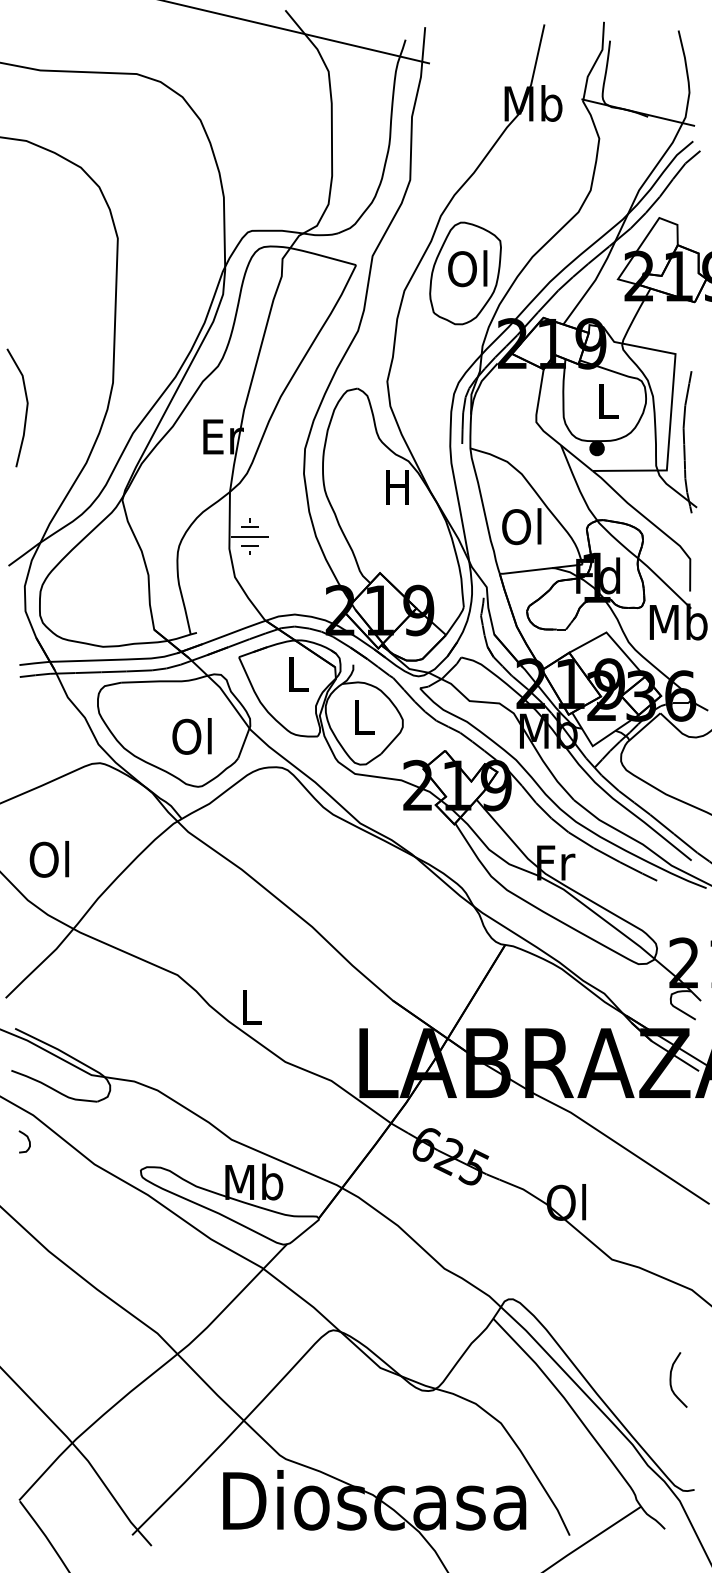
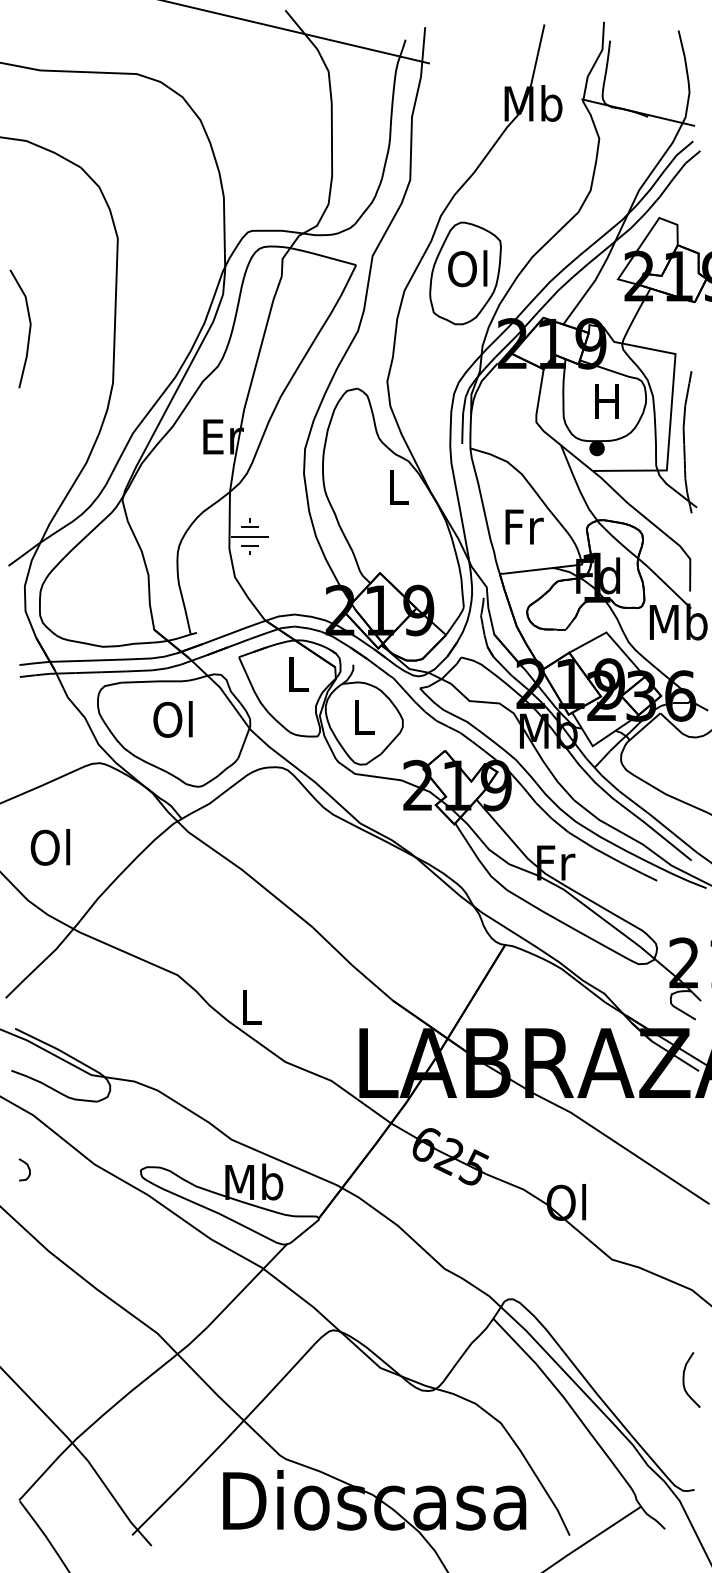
text at (606, 401): L -> H
line at (25, 411) position: (25, 411) -> (28, 332)
text at (397, 487): H -> L
text at (522, 526): Ol -> Fr
text at (191, 736) position: (191, 736) -> (172, 719)
text at (49, 859) position: (49, 859) -> (50, 847)
curve at (27, 1139) position: (27, 1139) -> (27, 1167)
curve at (671, 1379) position: (671, 1379) -> (684, 1379)
